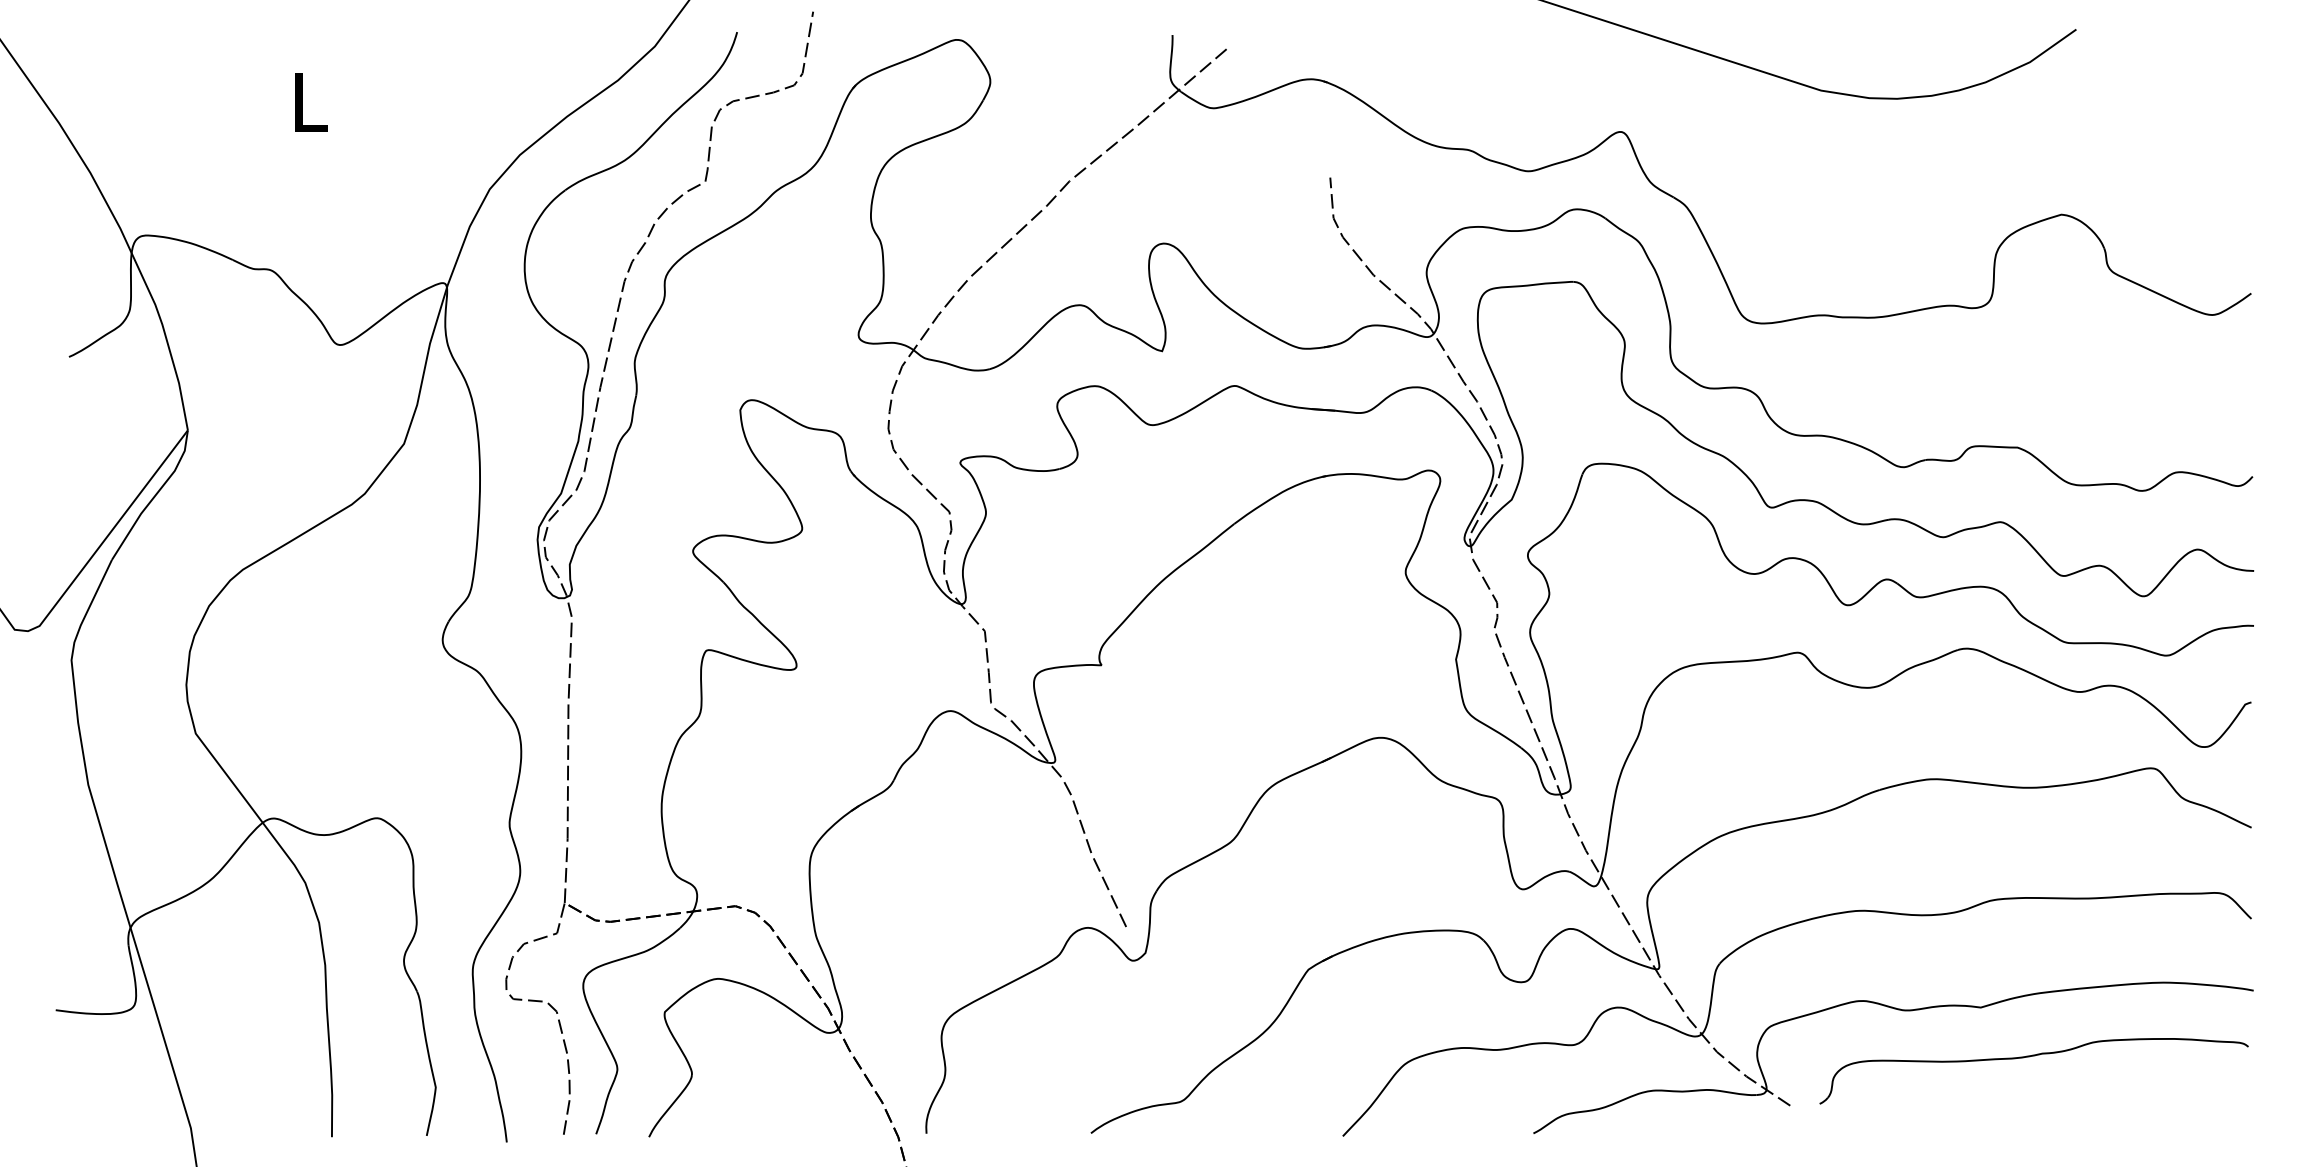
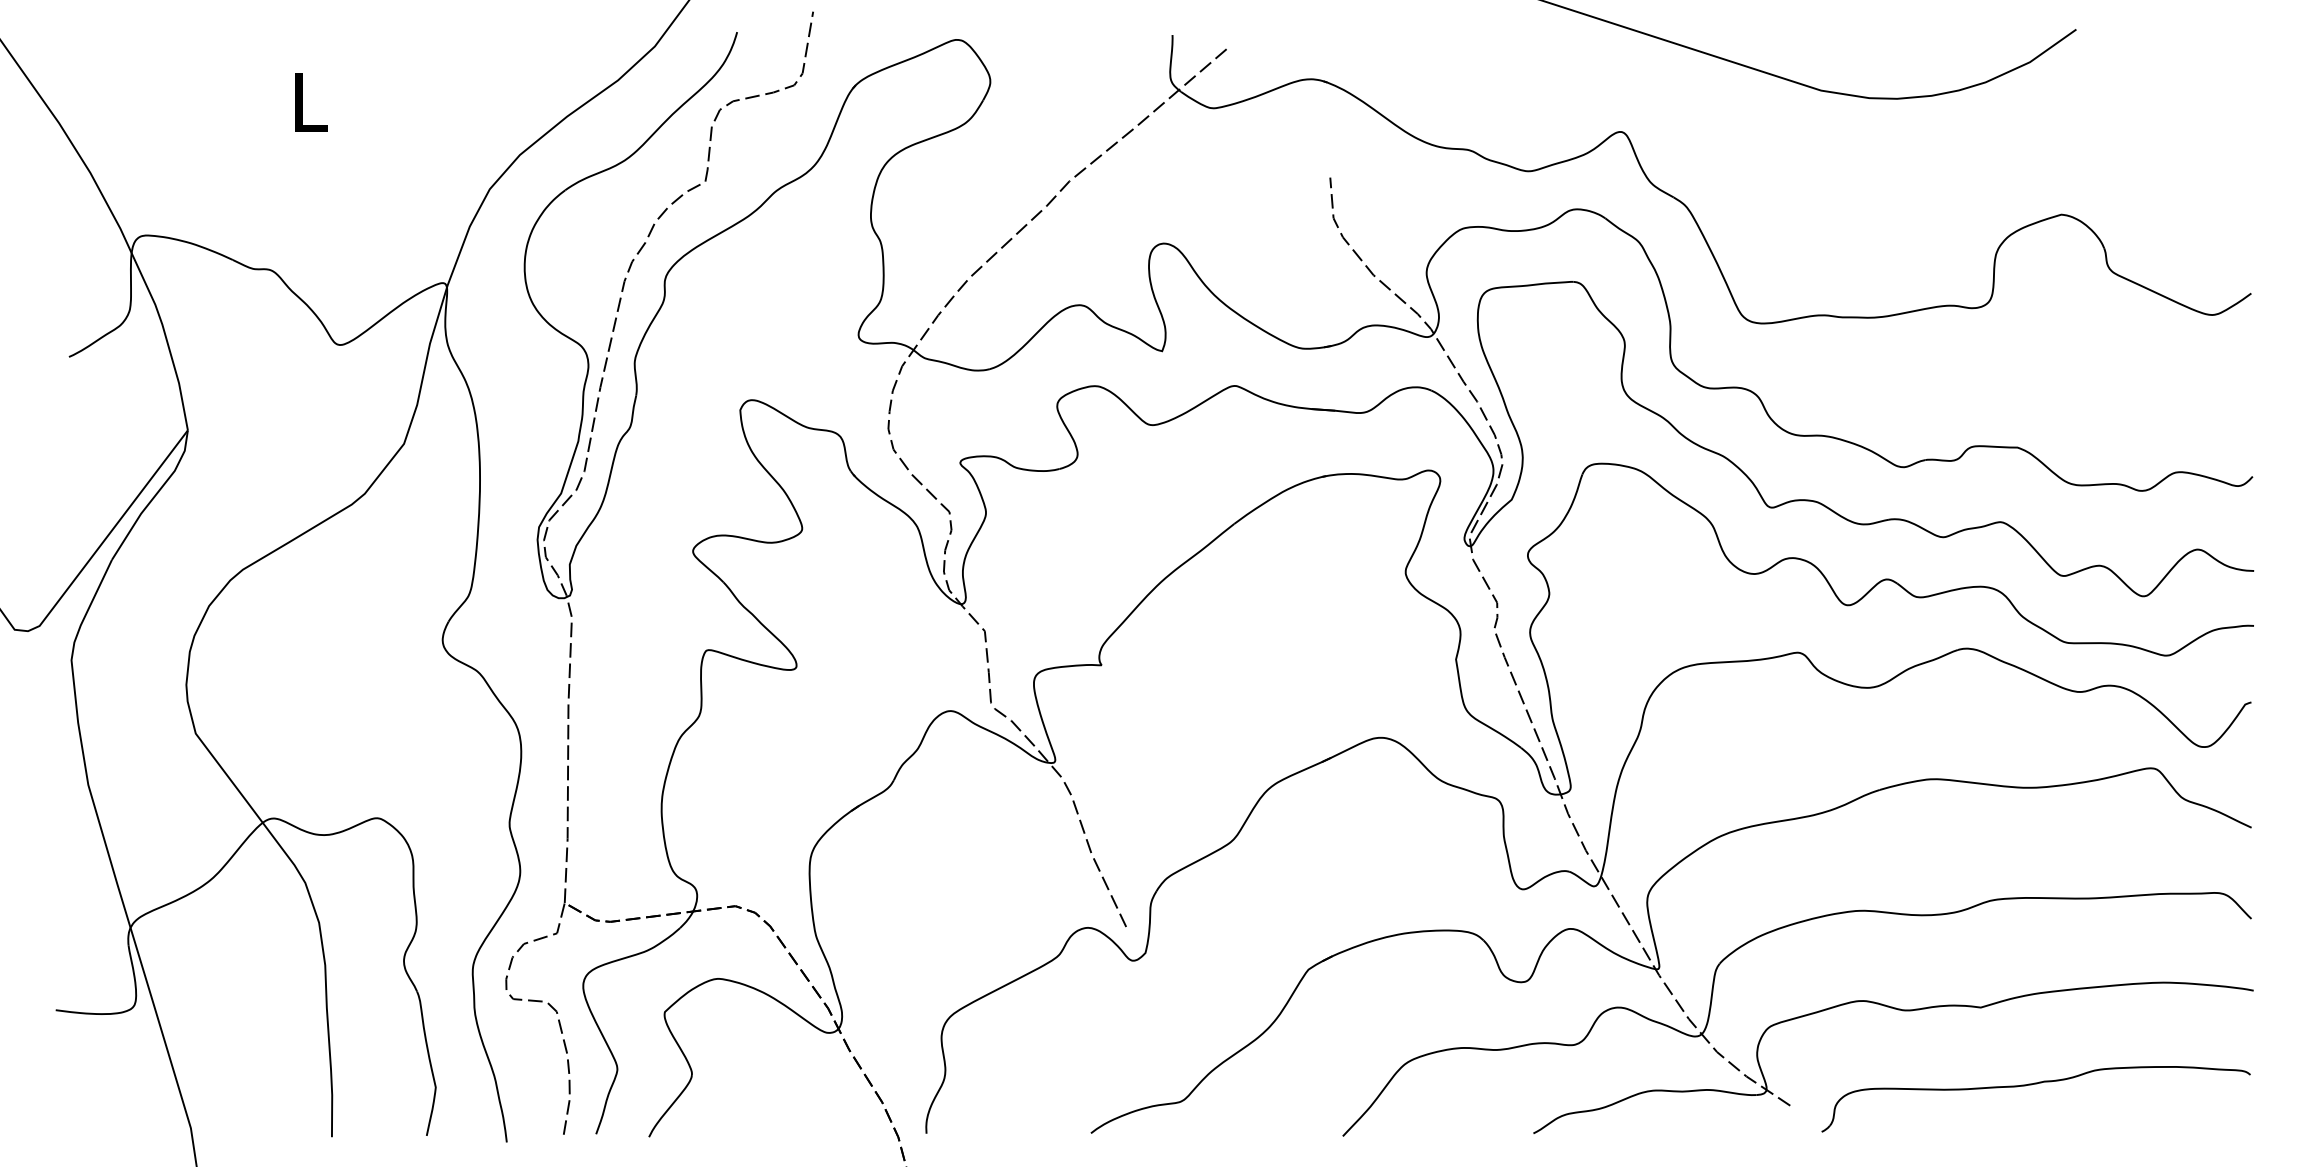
part at (2029, 1057) position: (2029, 1057) -> (2031, 1085)
